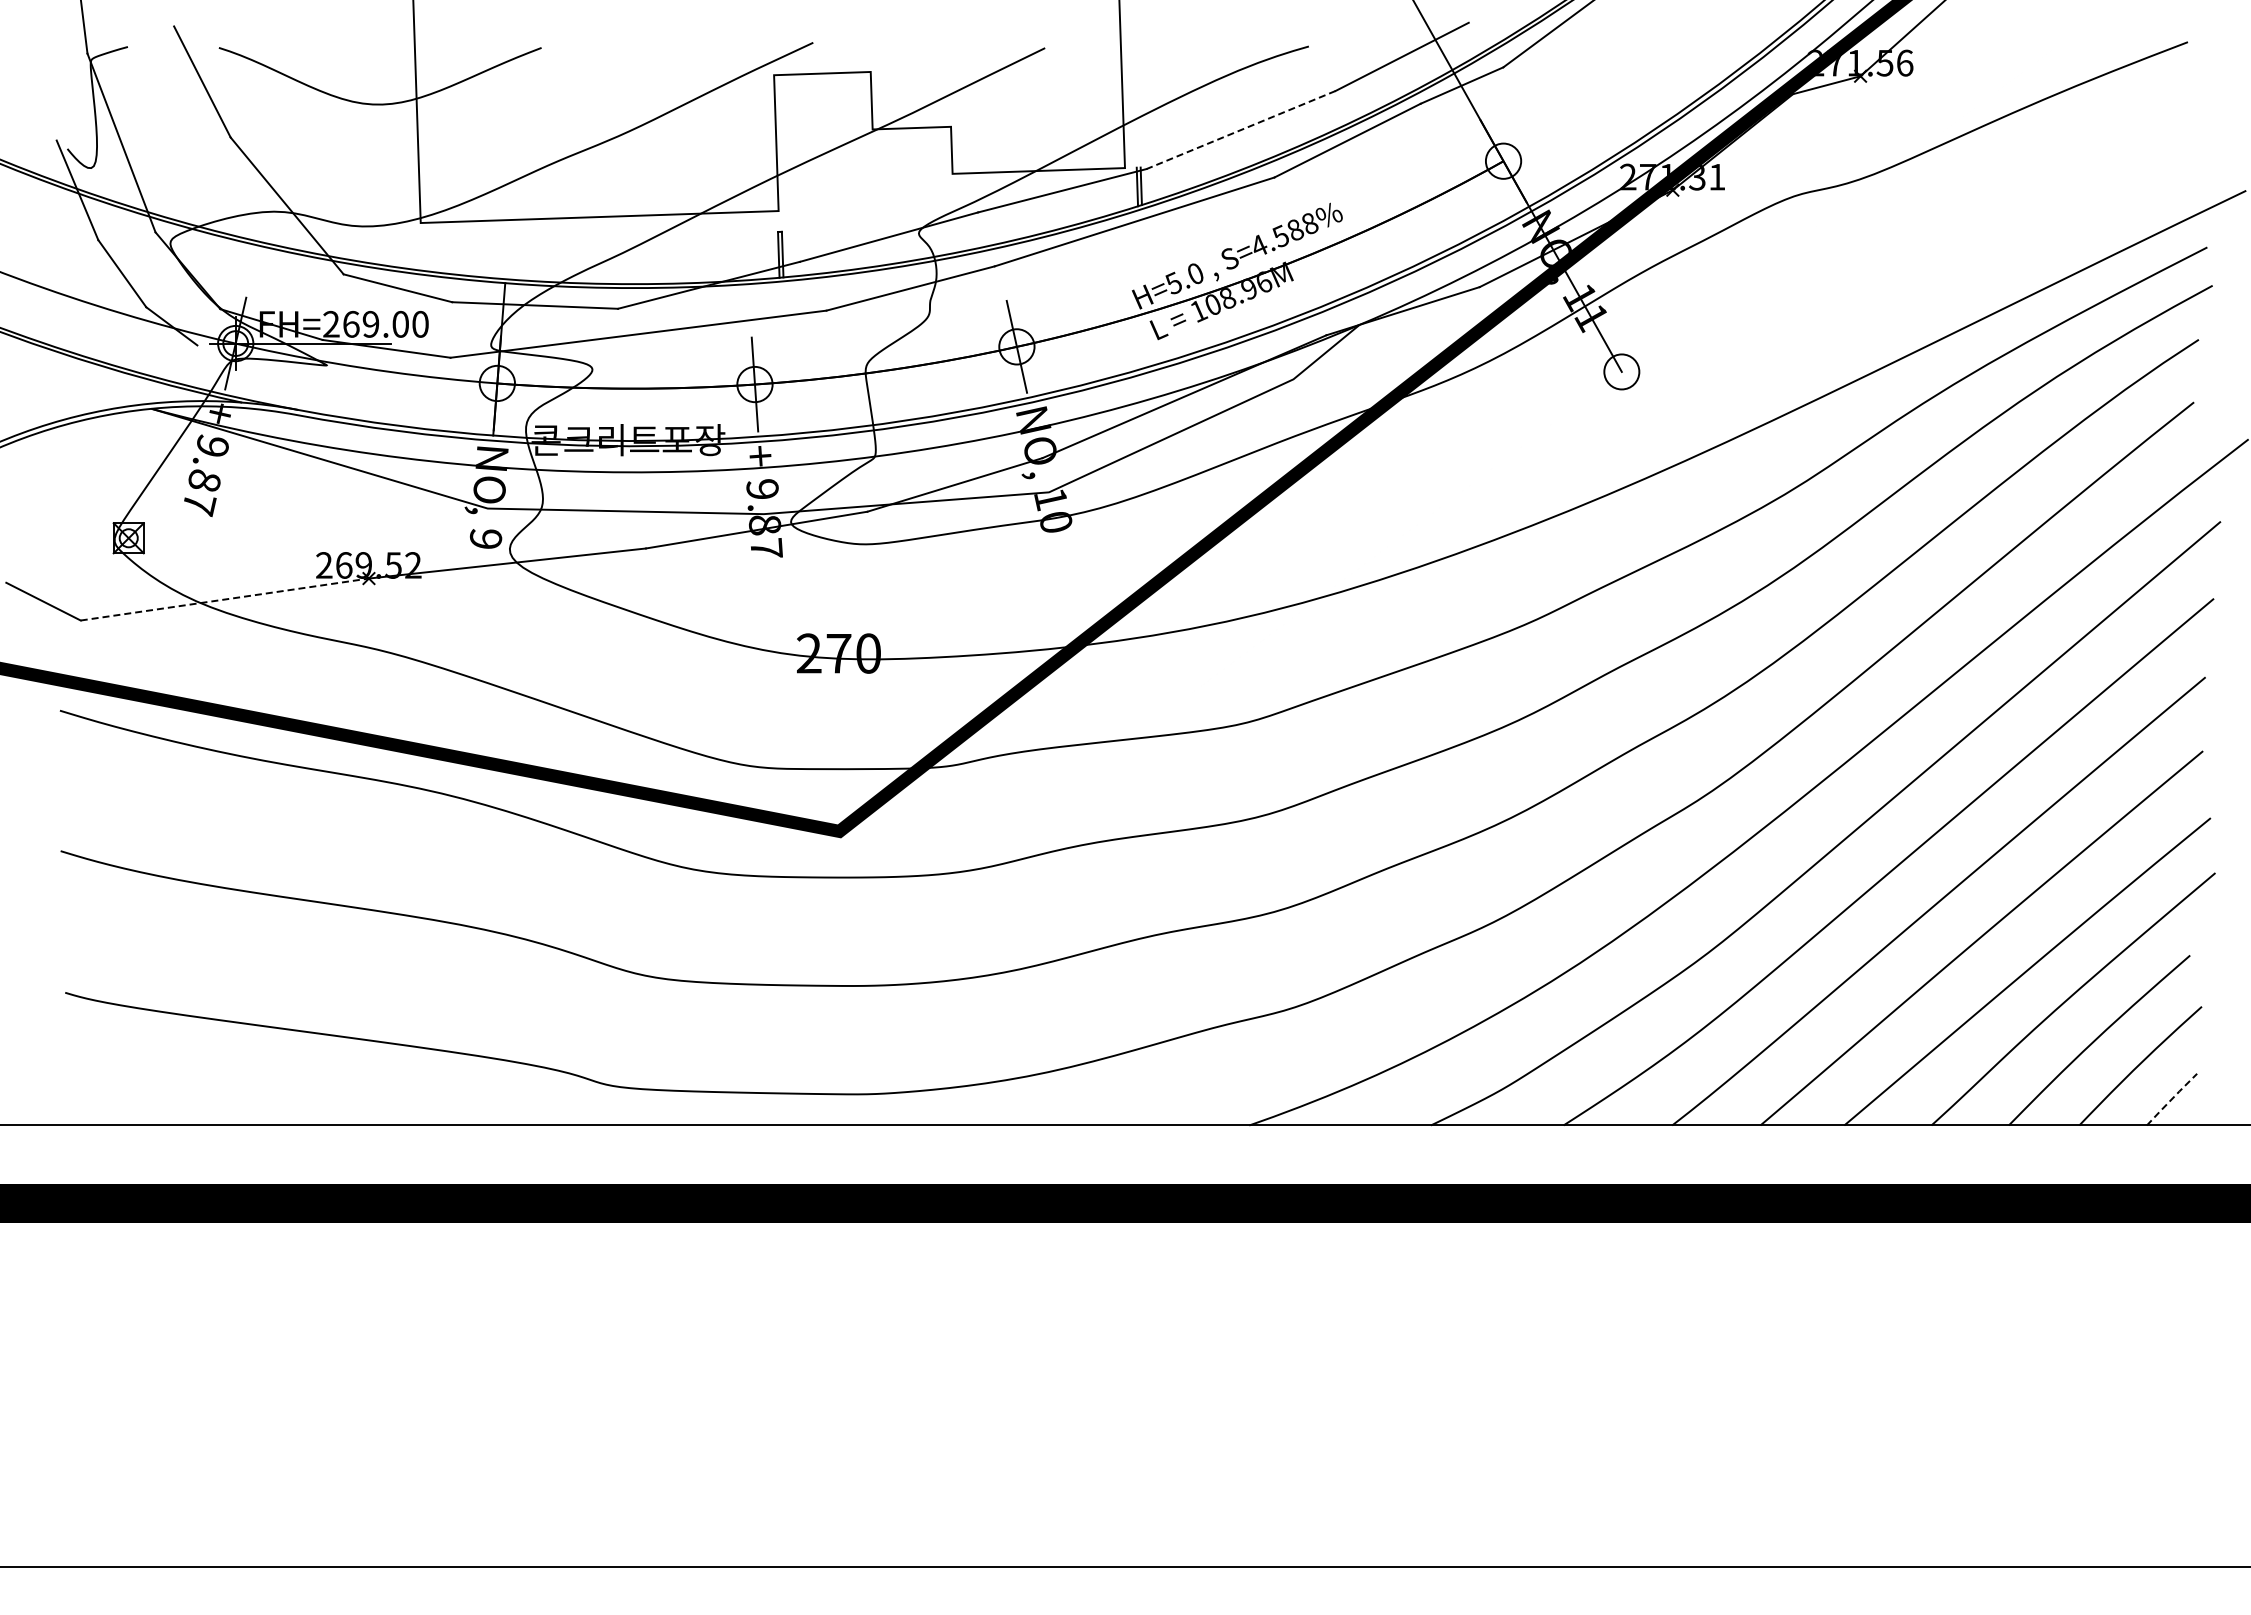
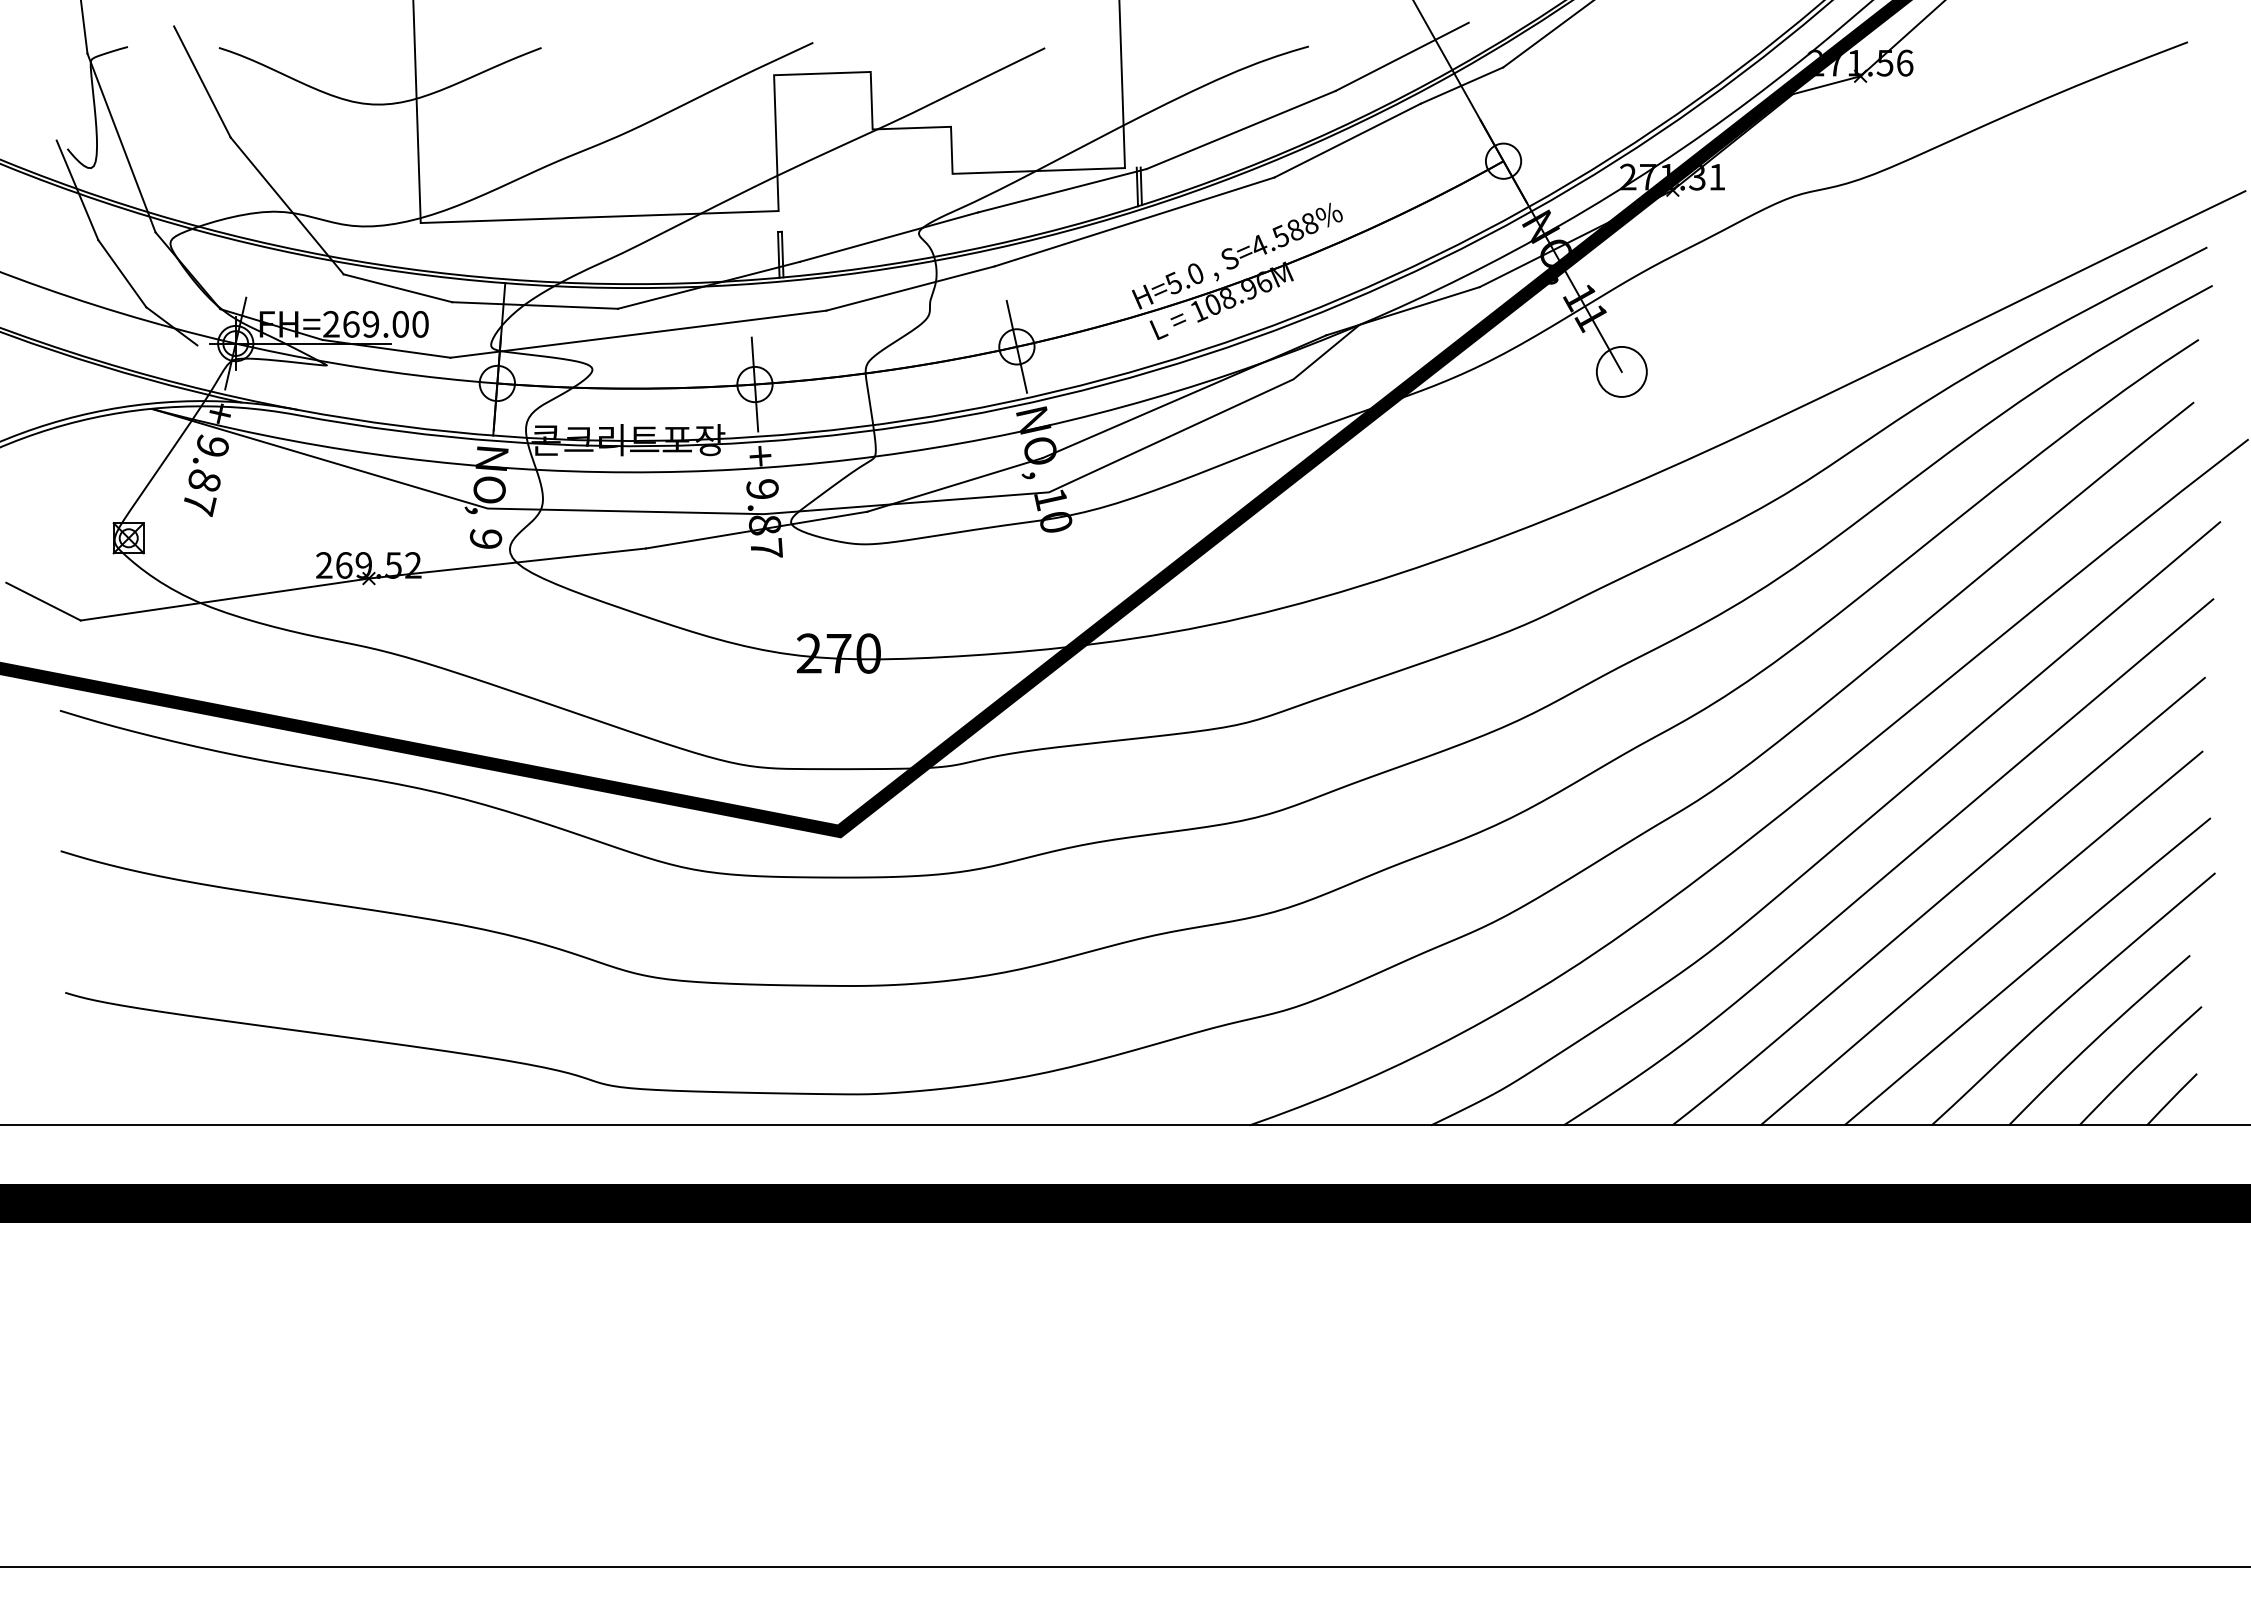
line at (1240, 130): dashed -> solid
circle at (1621, 371) diameter: 35 px -> 50 px
line at (224, 599): dashed -> solid
line at (2171, 1099): dashed -> solid
